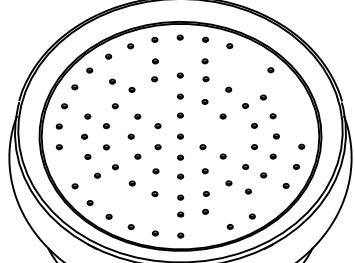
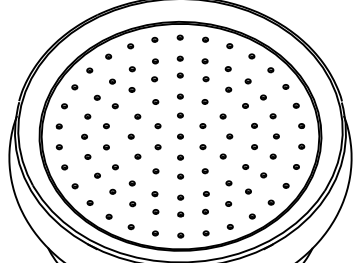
part at (251, 56): none -> present
part at (179, 58): none -> present
part at (227, 68): none -> present
part at (131, 69): none -> present
part at (247, 81): none -> present
part at (285, 86): none -> present
part at (96, 97): none -> present
part at (155, 101): none -> present
part at (295, 105): none -> present
part at (202, 125): none -> present
part at (301, 125): none -> present
part at (229, 136): none -> present
part at (64, 167): none -> present
part at (112, 191): none -> present
part at (270, 202): none -> present
part at (228, 203): none -> present
part at (132, 204): none -> present
part at (155, 211): none -> present
part at (205, 233): none -> present
